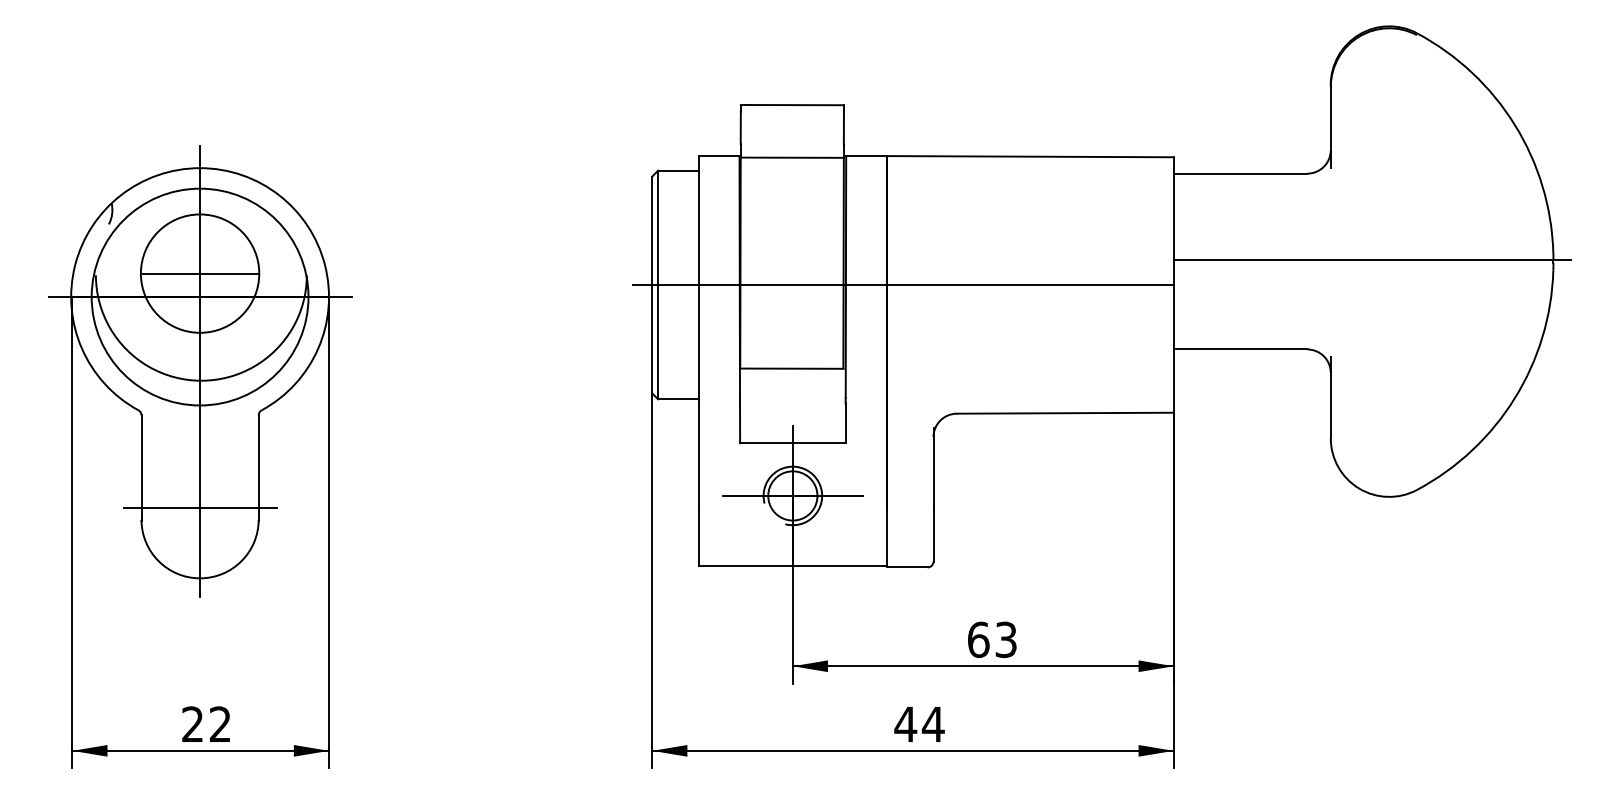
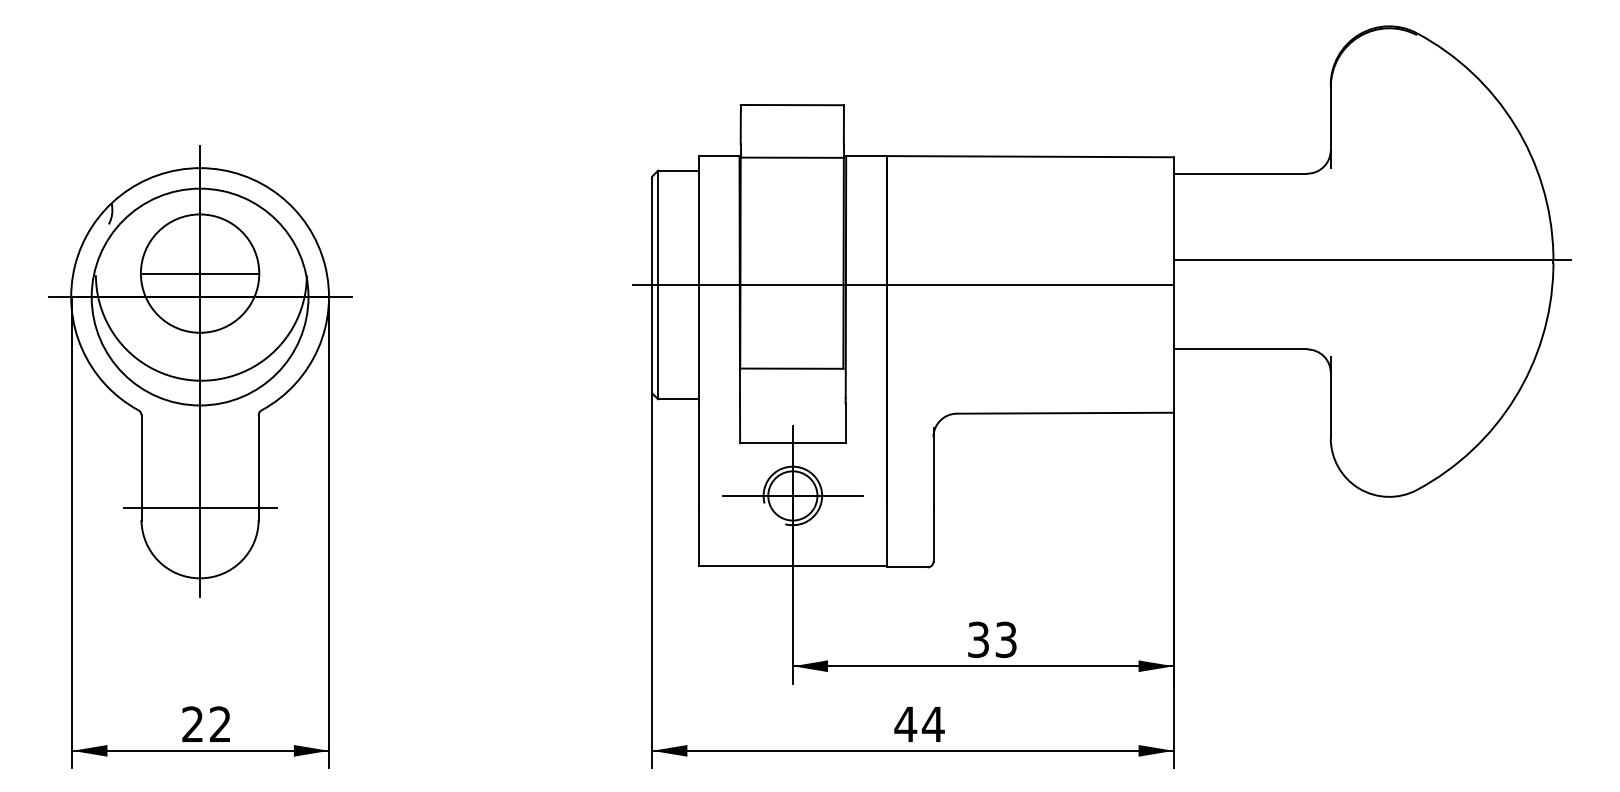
text at (978, 639): 63 -> 33
